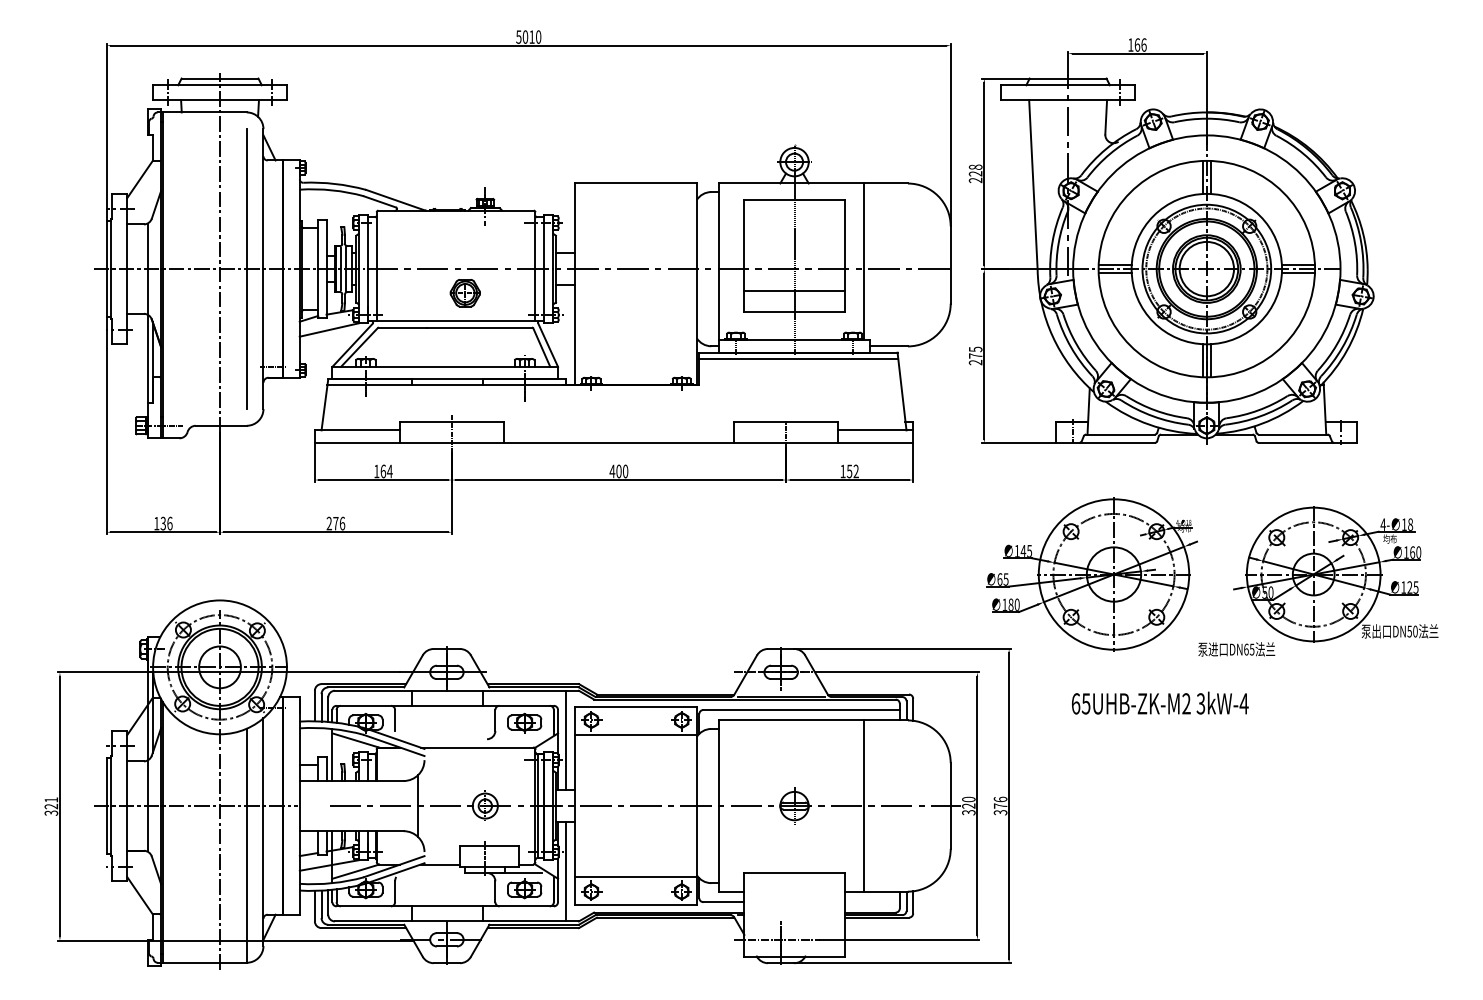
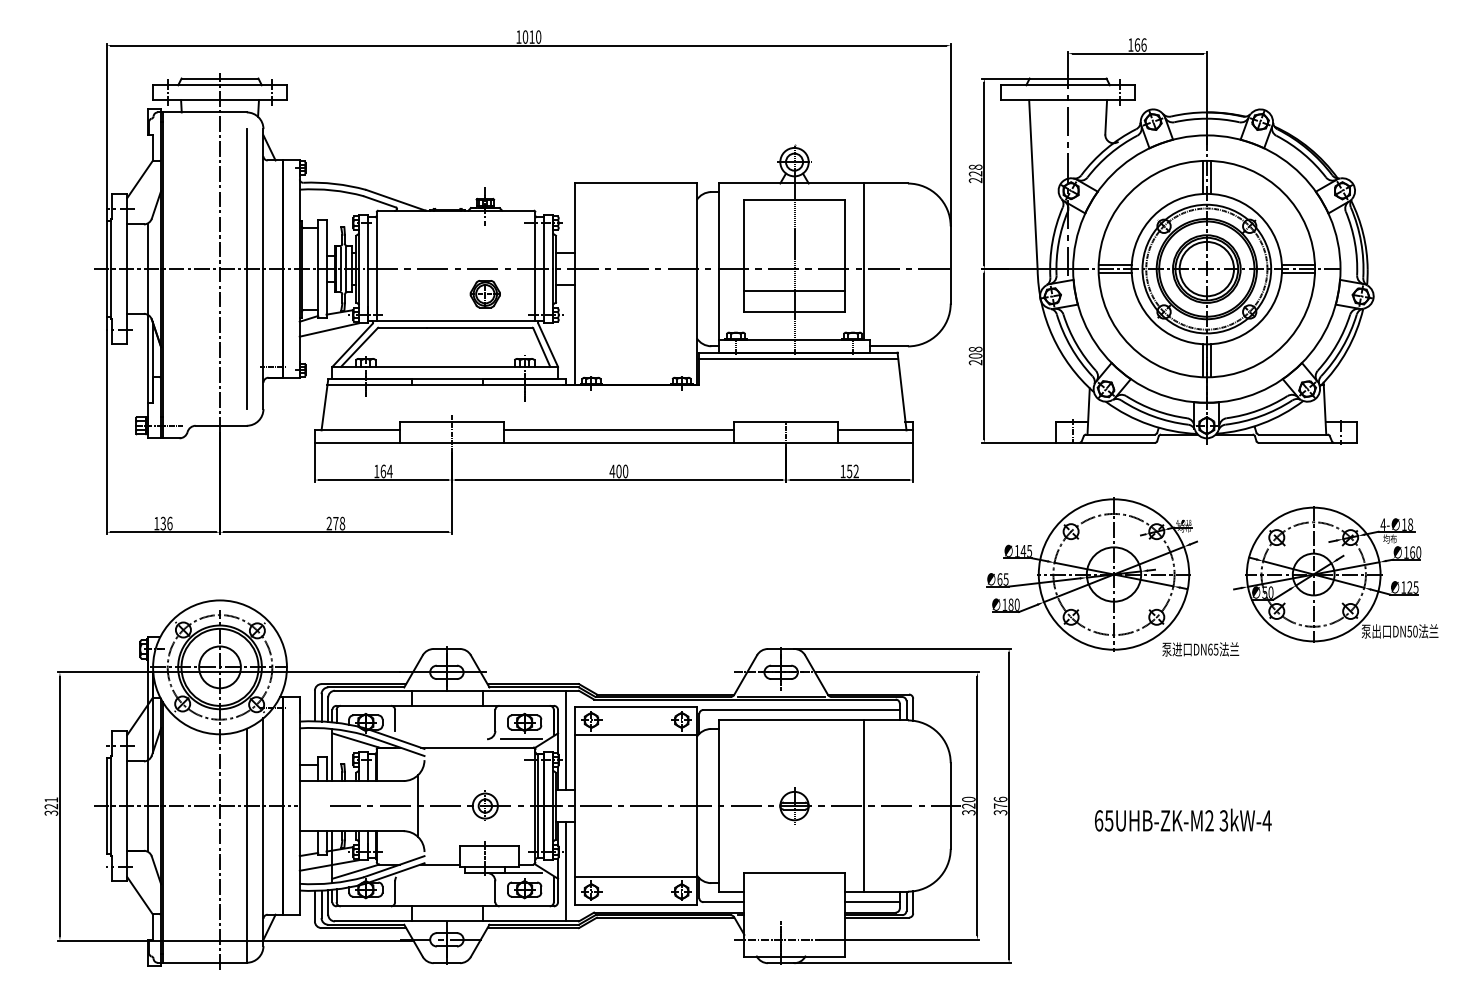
text at (518, 36): 5010 -> 1010
part at (464, 293) position: (464, 293) -> (484, 294)
text at (975, 352): 275 -> 208
line at (618, 430): none -> present
text at (342, 523): 276 -> 278
text at (1236, 649) position: (1236, 649) -> (1200, 649)
text at (1160, 702) position: (1160, 702) -> (1183, 819)
line at (521, 739): none -> present
line at (871, 902): none -> present
